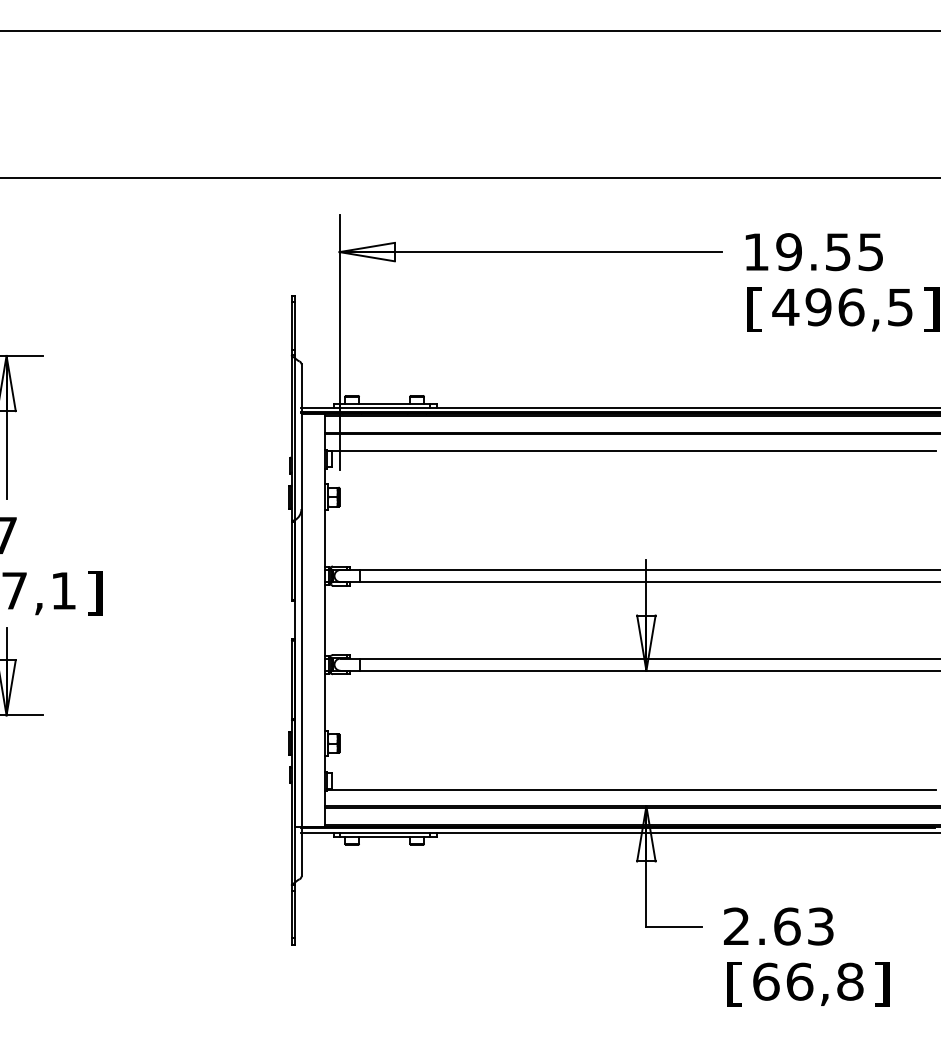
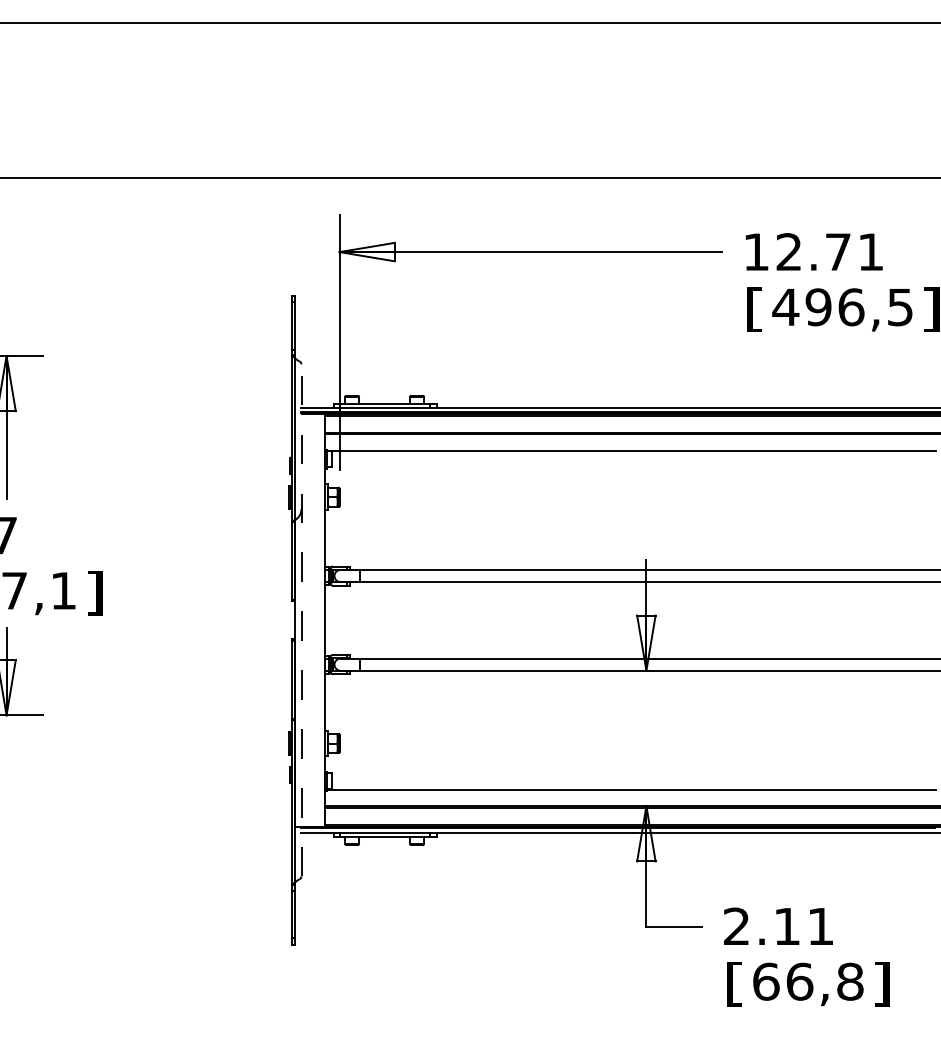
line at (469, 31) position: (469, 31) -> (469, 23)
text at (829, 252): 19.55 -> 12.71
line at (301, 619): solid -> dashed
text at (803, 926): 2.63 -> 2.11
